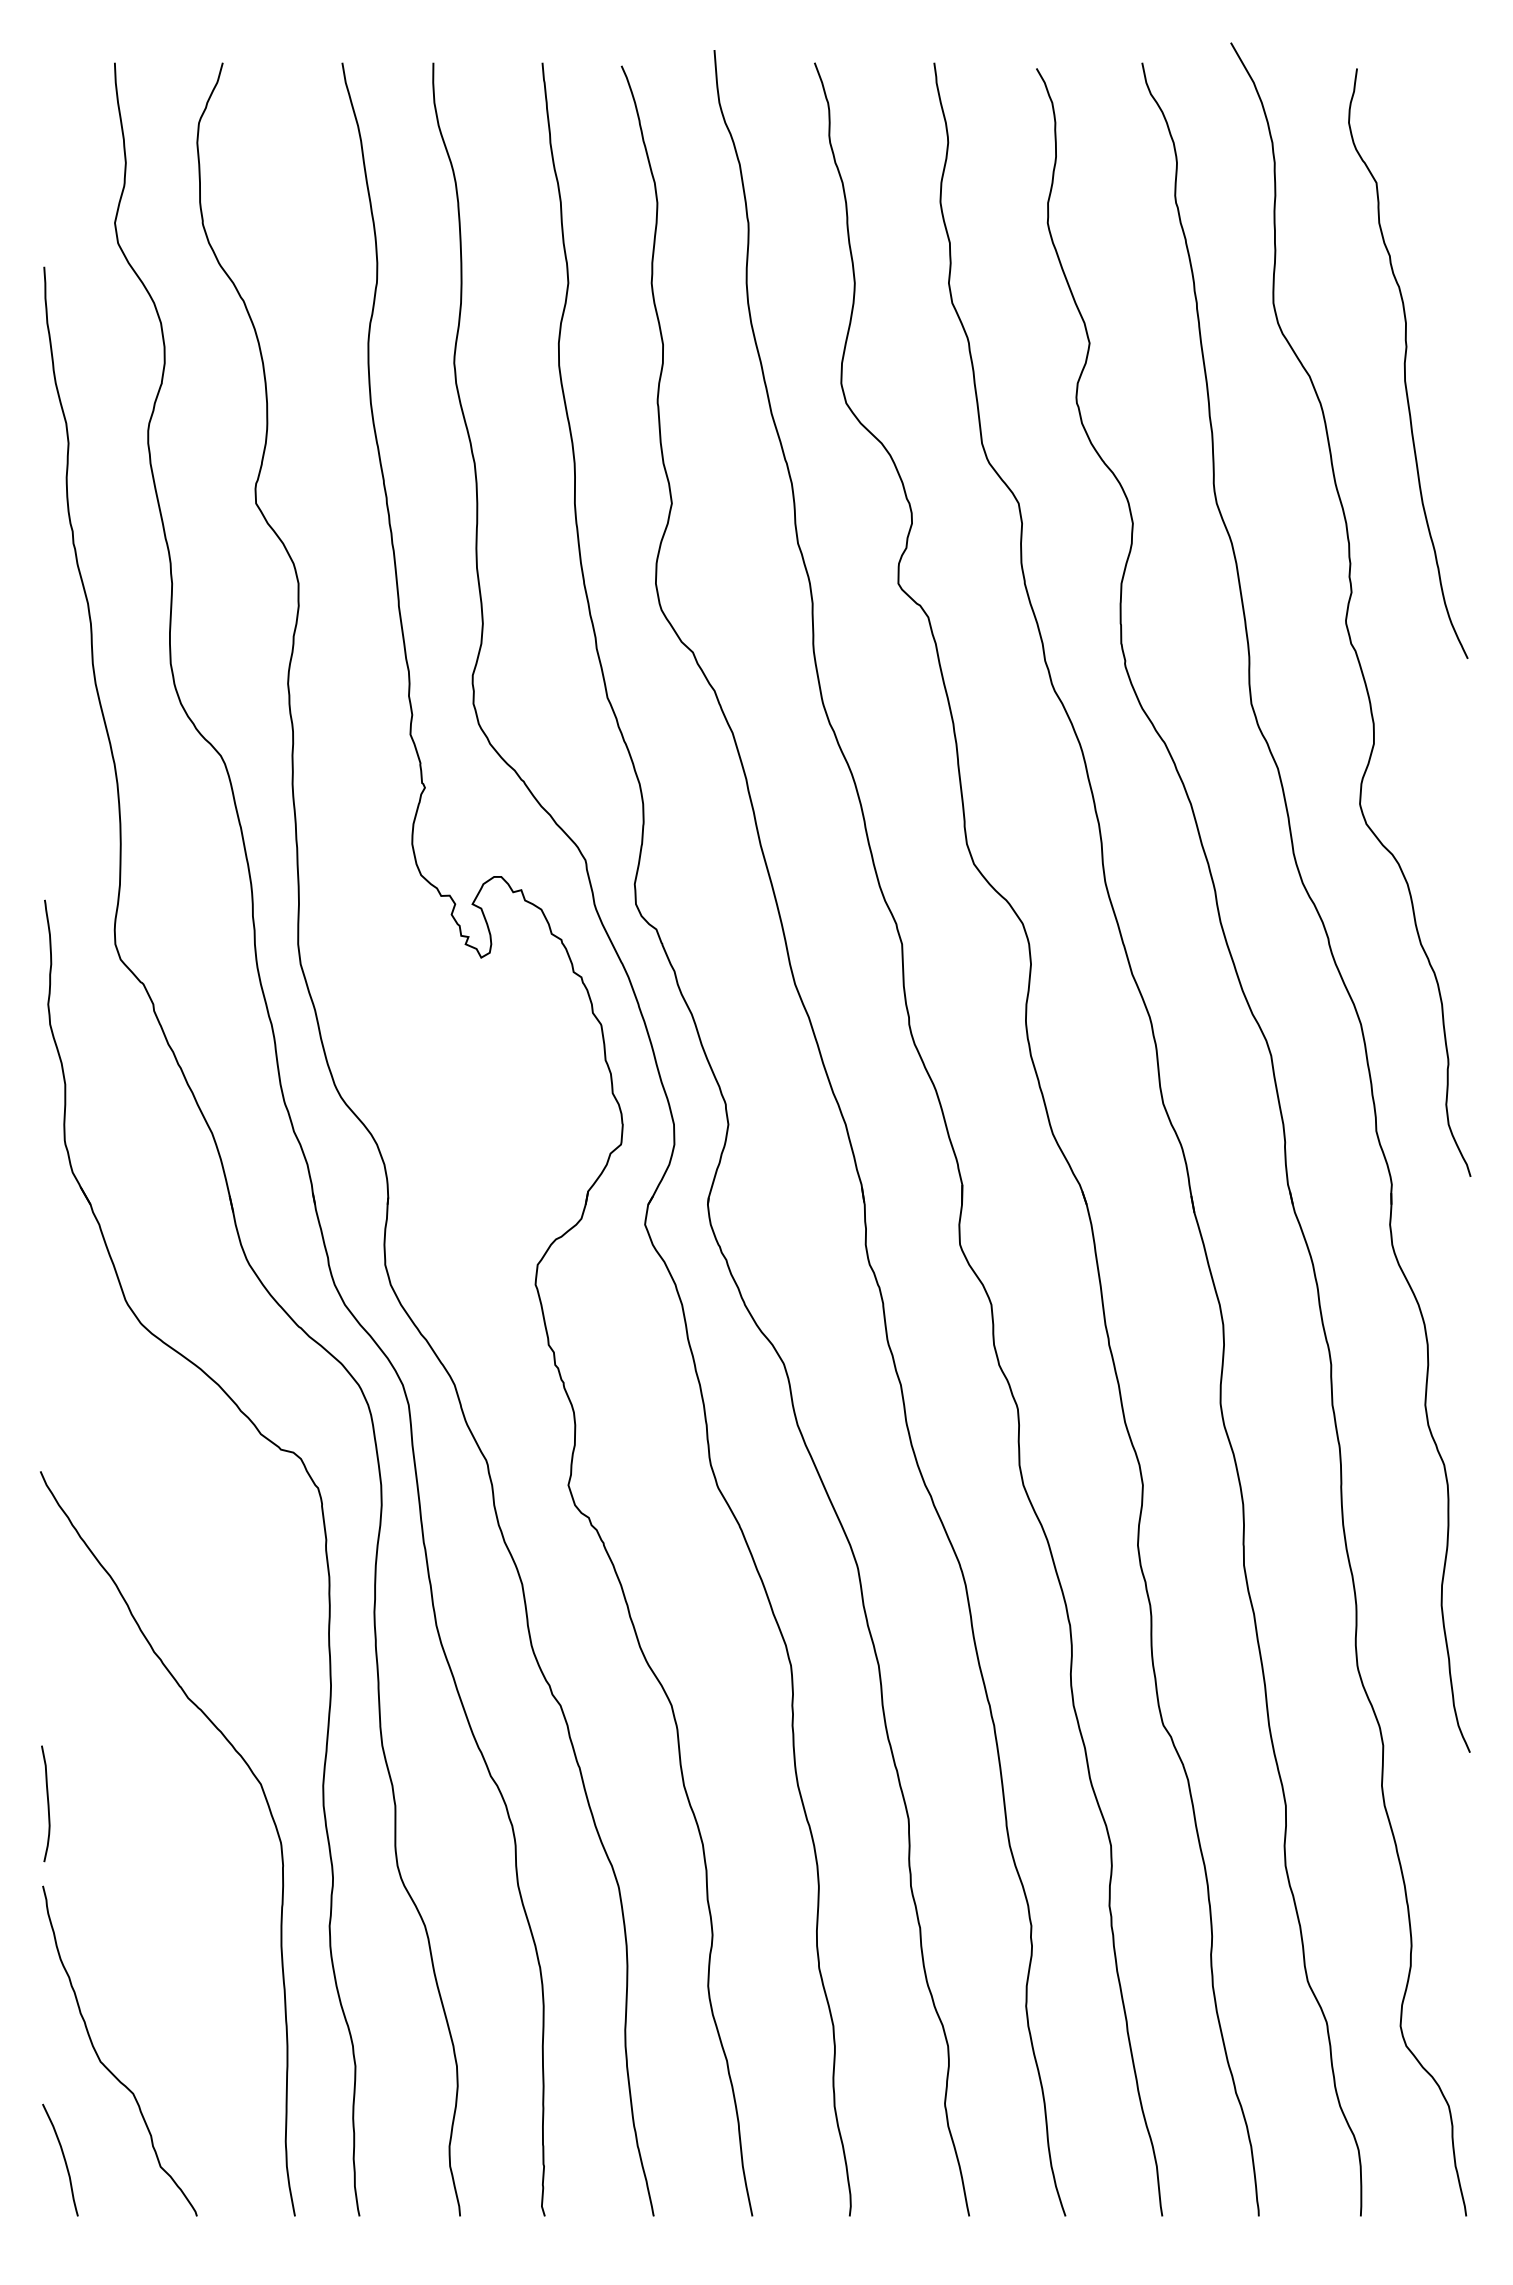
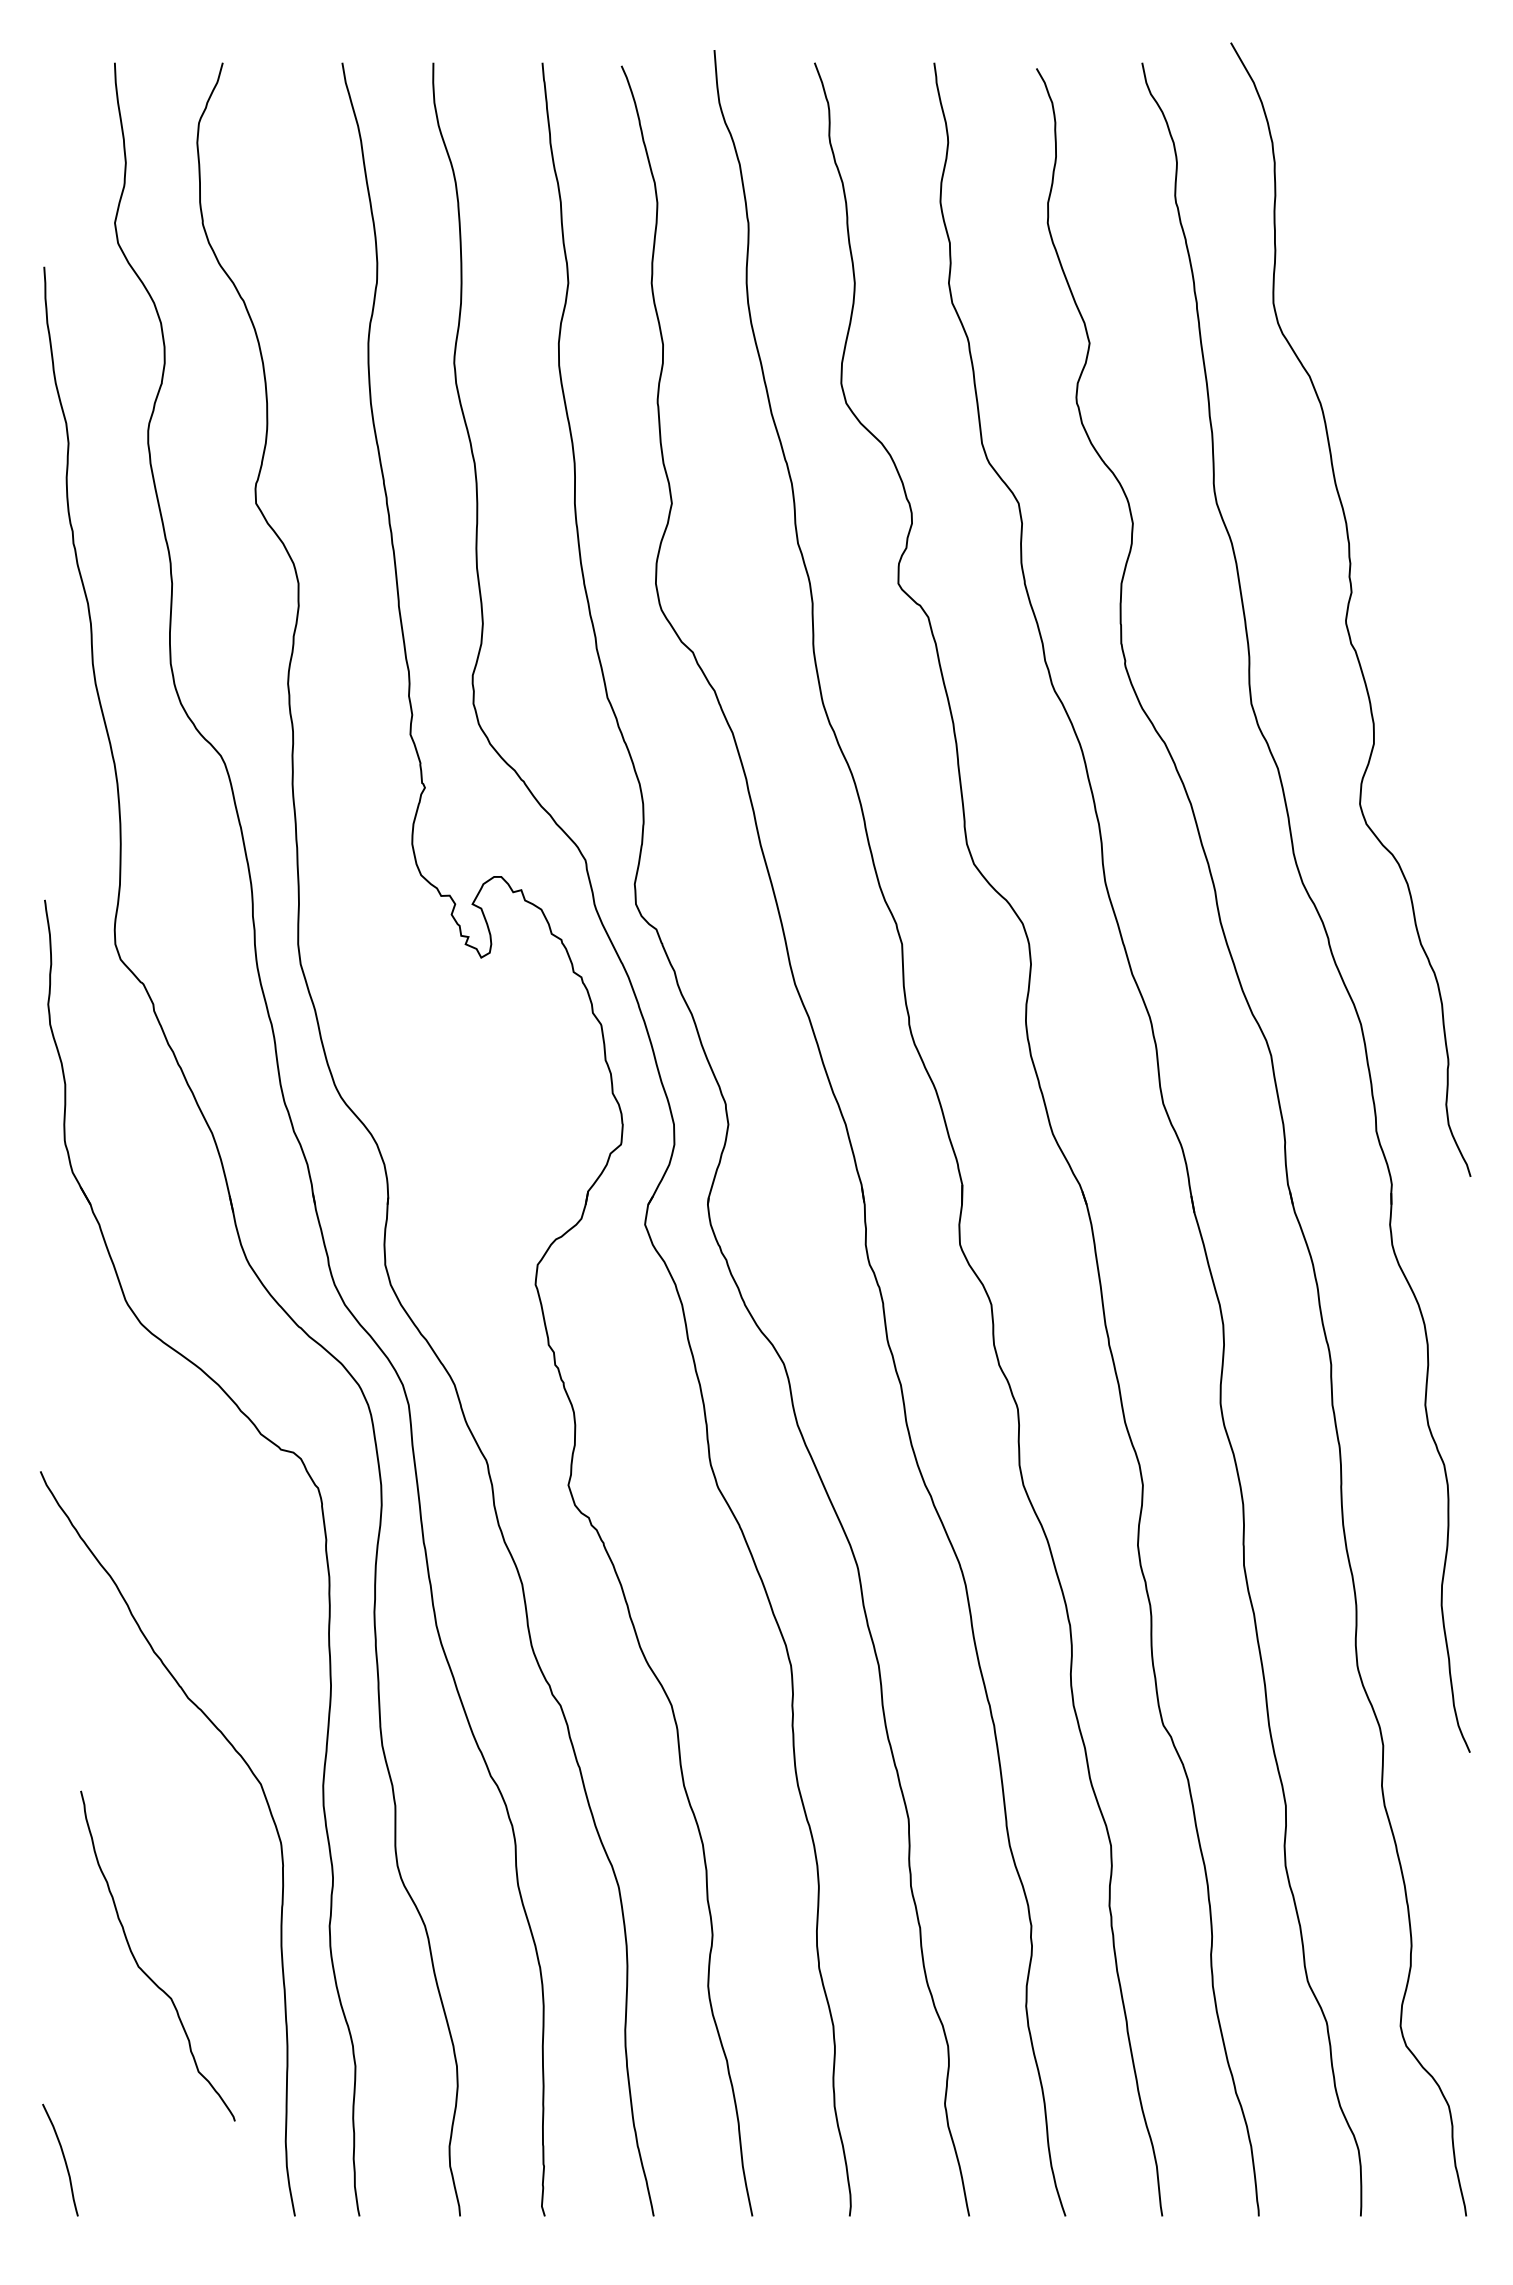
curve at (1405, 363): present -> none
curve at (47, 1803): present -> none
curve at (104, 2064) position: (104, 2064) -> (142, 1969)
